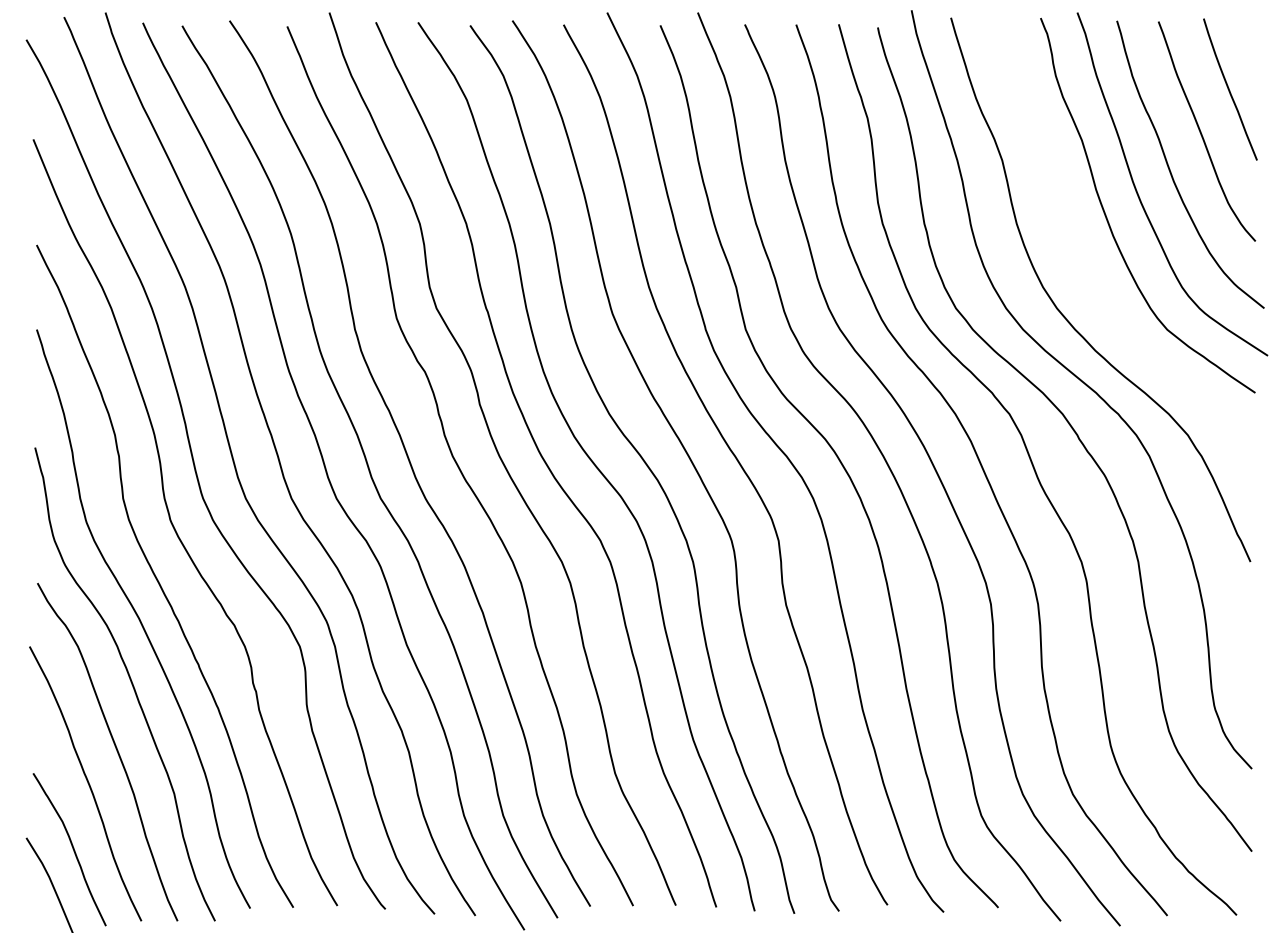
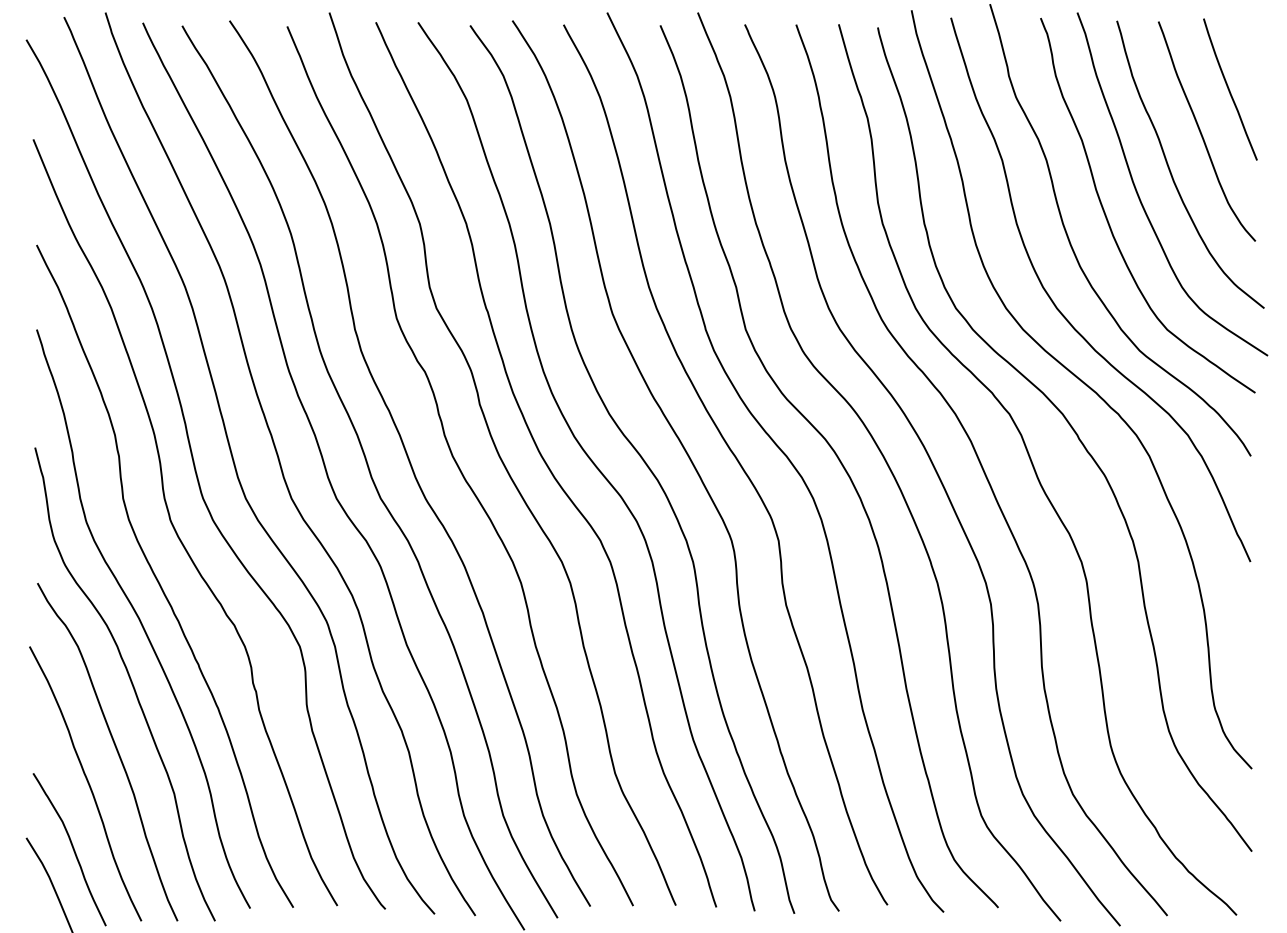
curve at (1074, 250): none -> present
